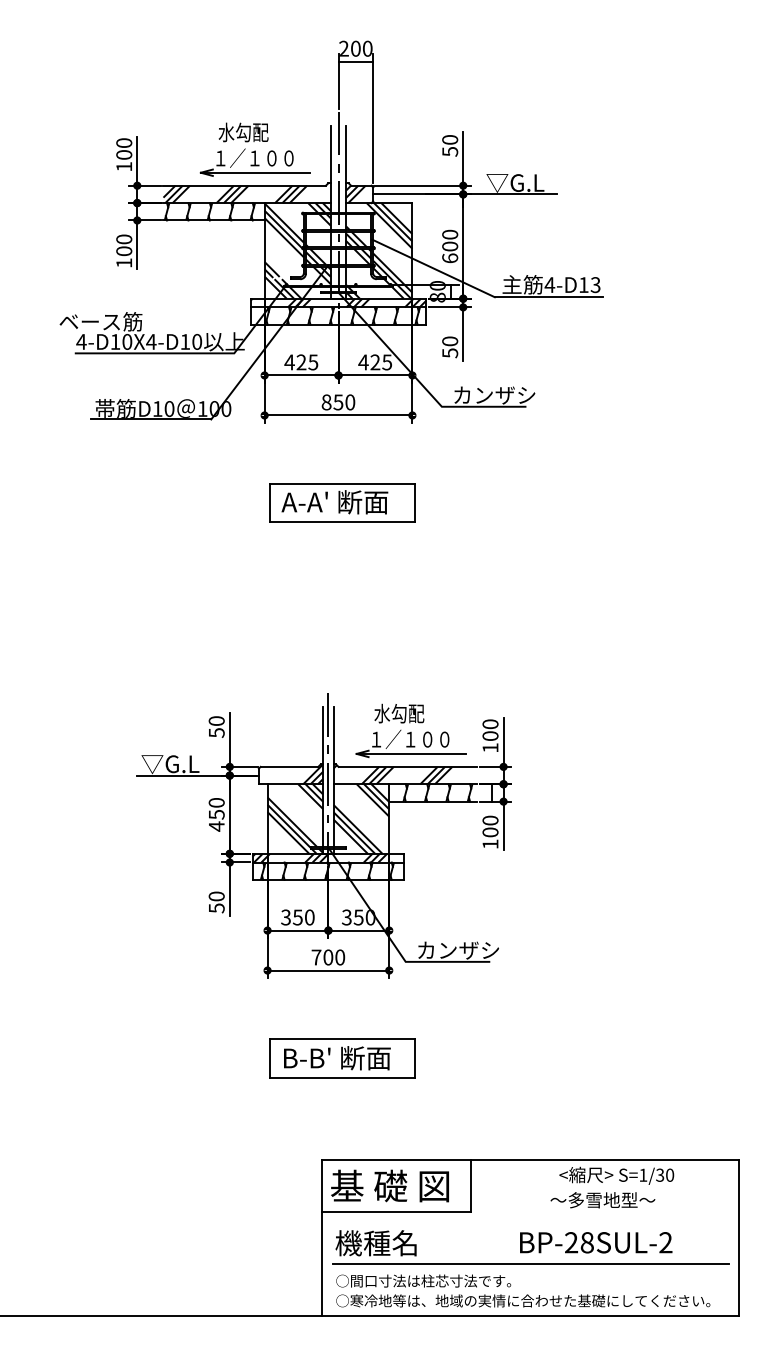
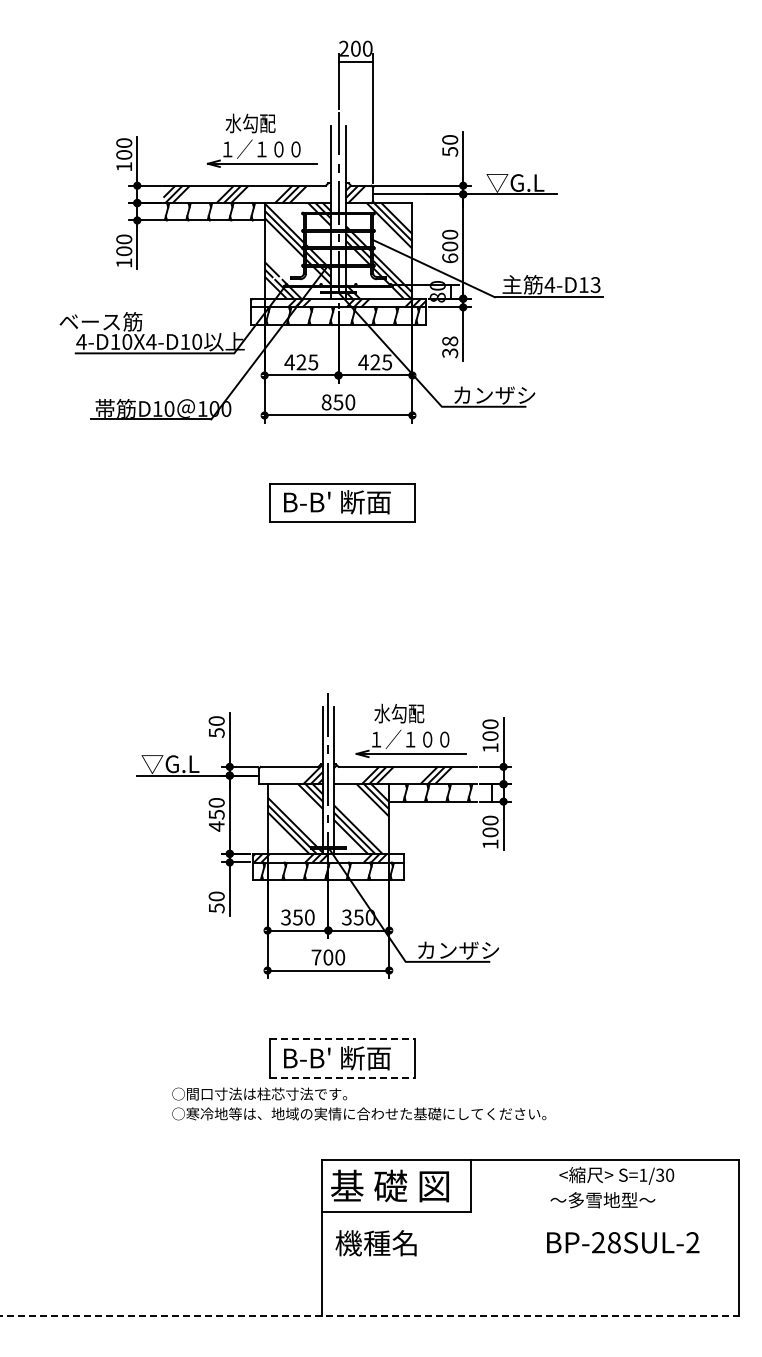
part at (254, 149) position: (254, 149) -> (261, 140)
text at (449, 346): 50 -> 38
text at (335, 502): A-A' 断面 -> B-B' 断面
line at (342, 1039): solid -> dashed
line at (342, 1078): solid -> dashed
text at (596, 1242) position: (596, 1242) -> (623, 1242)
line at (530, 1264): present -> none
text at (523, 1290) position: (523, 1290) -> (359, 1103)
line at (370, 1316): solid -> dashed
